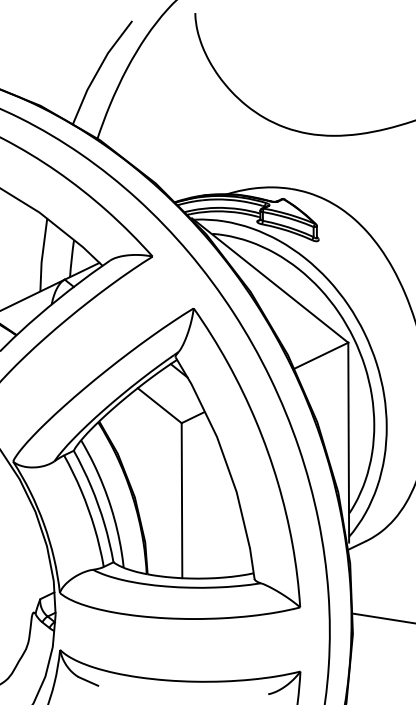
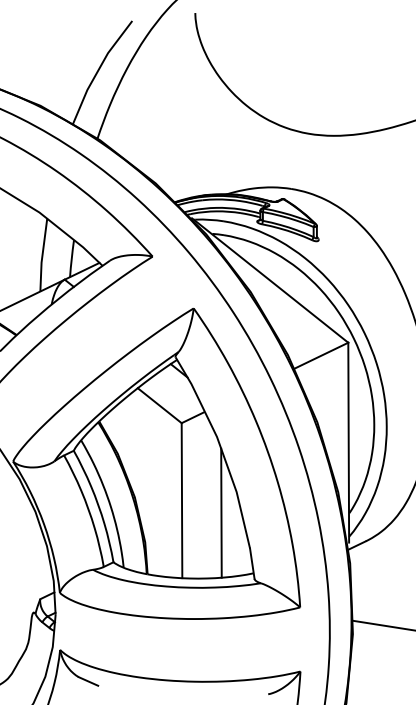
line at (221, 512): none -> present
line at (382, 618) position: (382, 618) -> (382, 625)
